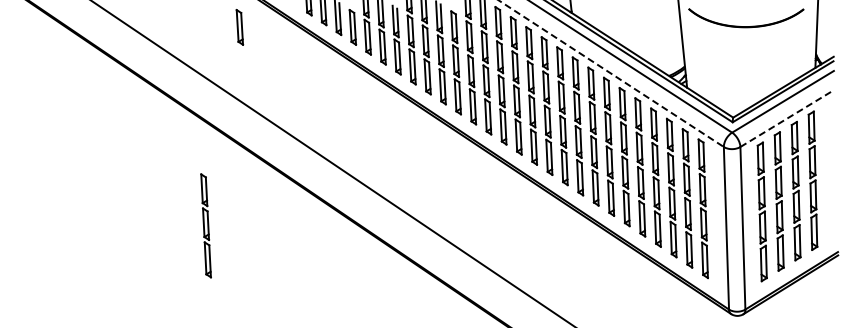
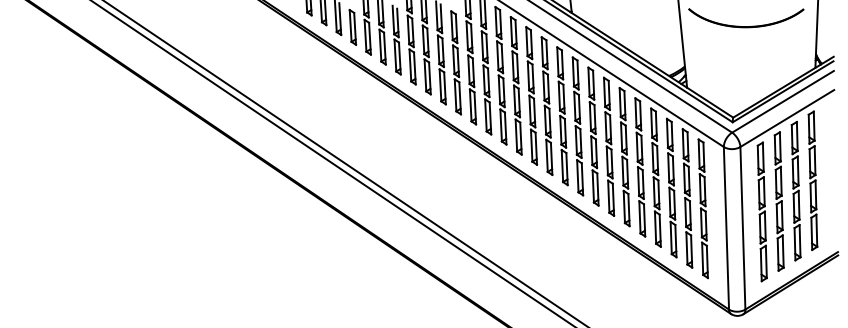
part at (239, 27): present -> none
line at (611, 73): dashed -> solid
line at (787, 118): dashed -> solid
line at (344, 163): none -> present
part at (205, 225): present -> none
